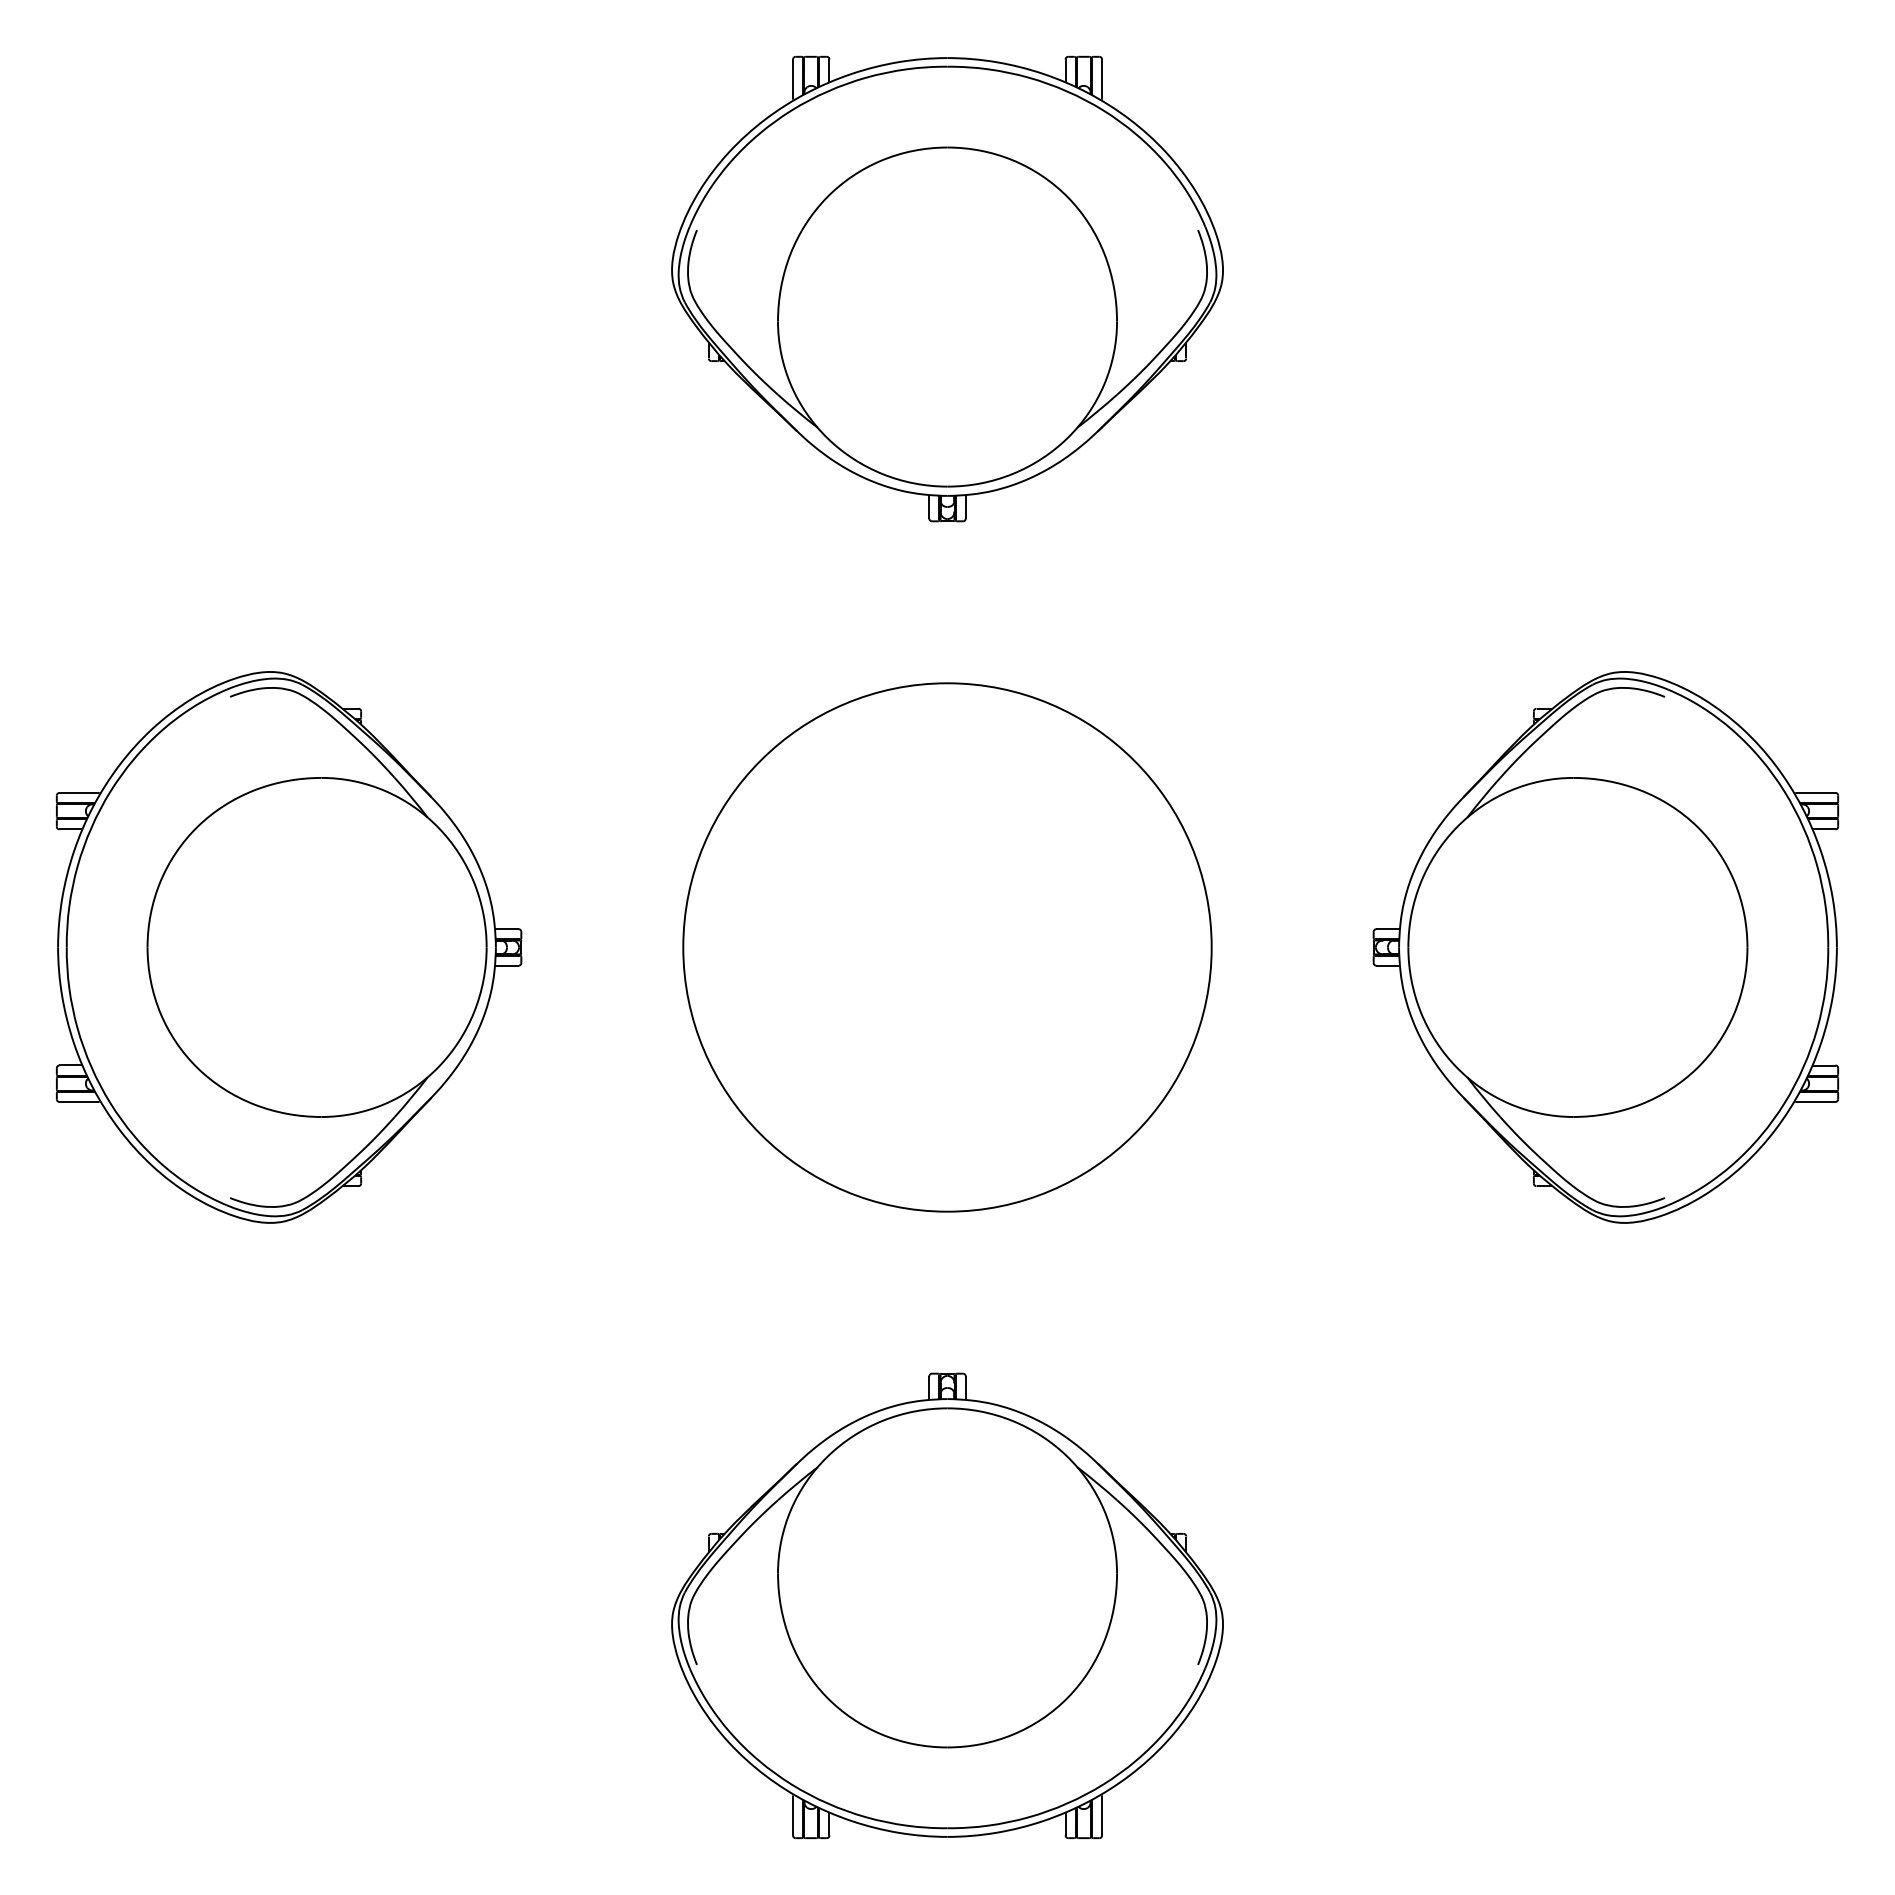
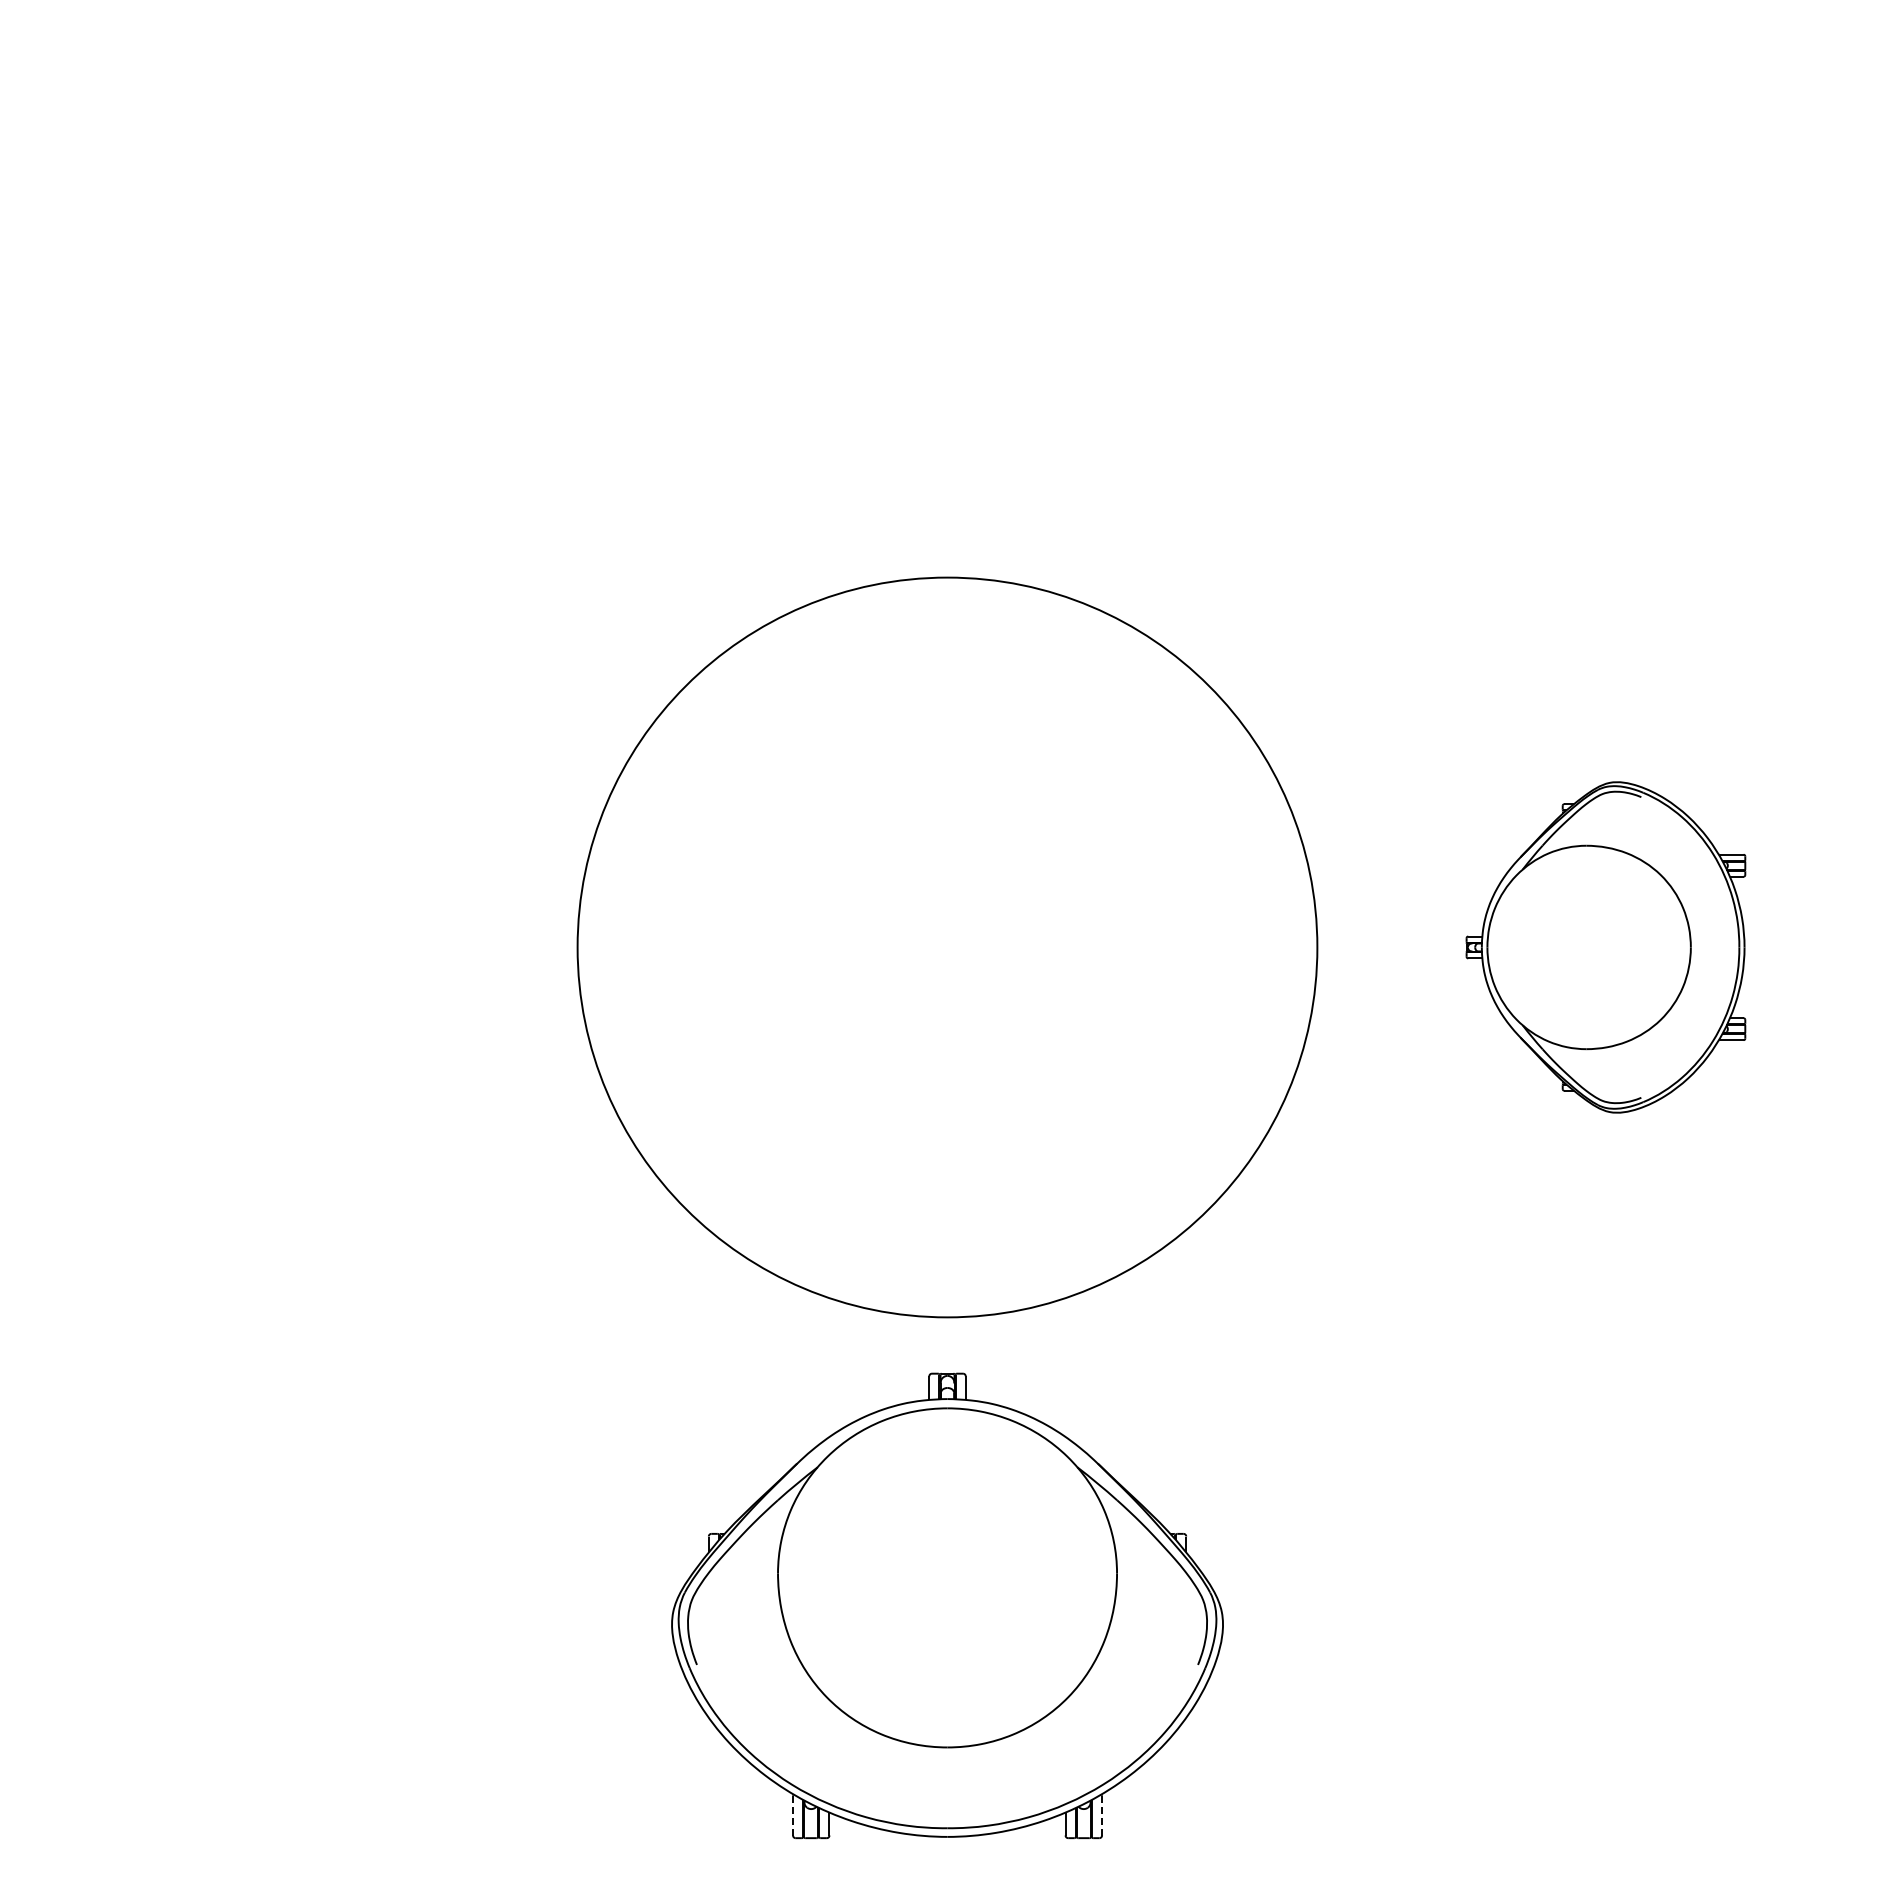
part at (947, 288): present -> none
part at (289, 947): present -> none
circle at (947, 947) diameter: 528 px -> 740 px
part at (1605, 947) size: 468x553 px -> 282x333 px
line at (793, 1815): solid -> dashed
line at (1102, 1815): solid -> dashed
